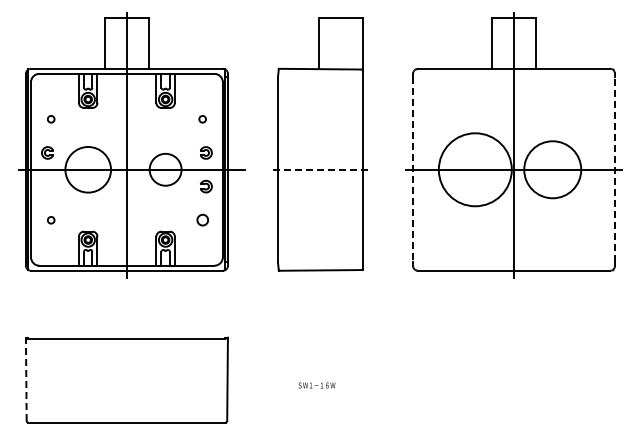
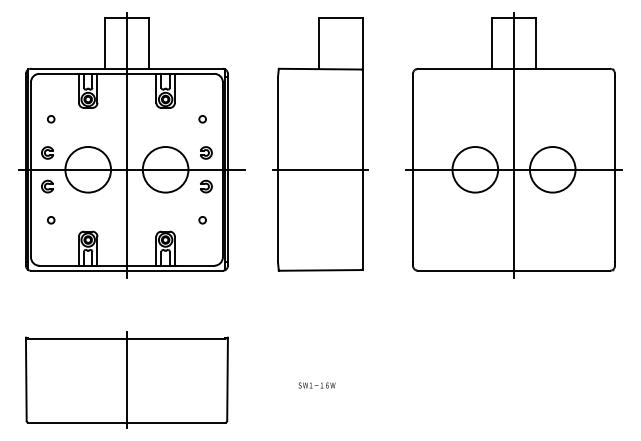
circle at (165, 169) diameter: 32 px -> 46 px
line at (320, 169): dashed -> solid
line at (413, 169): dashed -> solid
circle at (474, 169) diameter: 73 px -> 46 px
circle at (552, 169) diameter: 57 px -> 46 px
line at (615, 169): dashed -> solid
part at (47, 186): none -> present
circle at (202, 219) size: 13x14 px -> 9x9 px
line at (26, 379): dashed -> solid
line at (126, 379): none -> present
